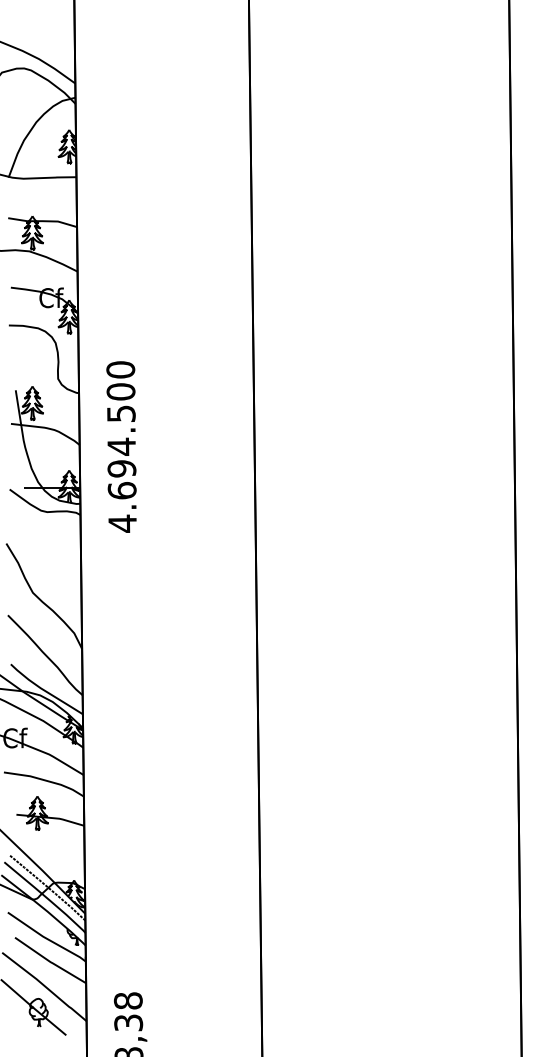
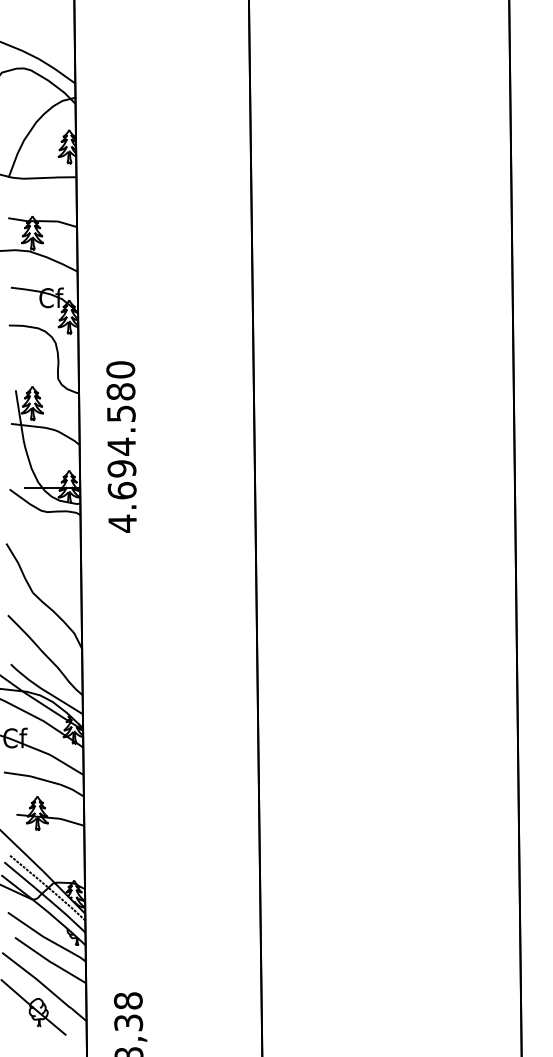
text at (121, 391): 4.694.500 -> 4.694.580
